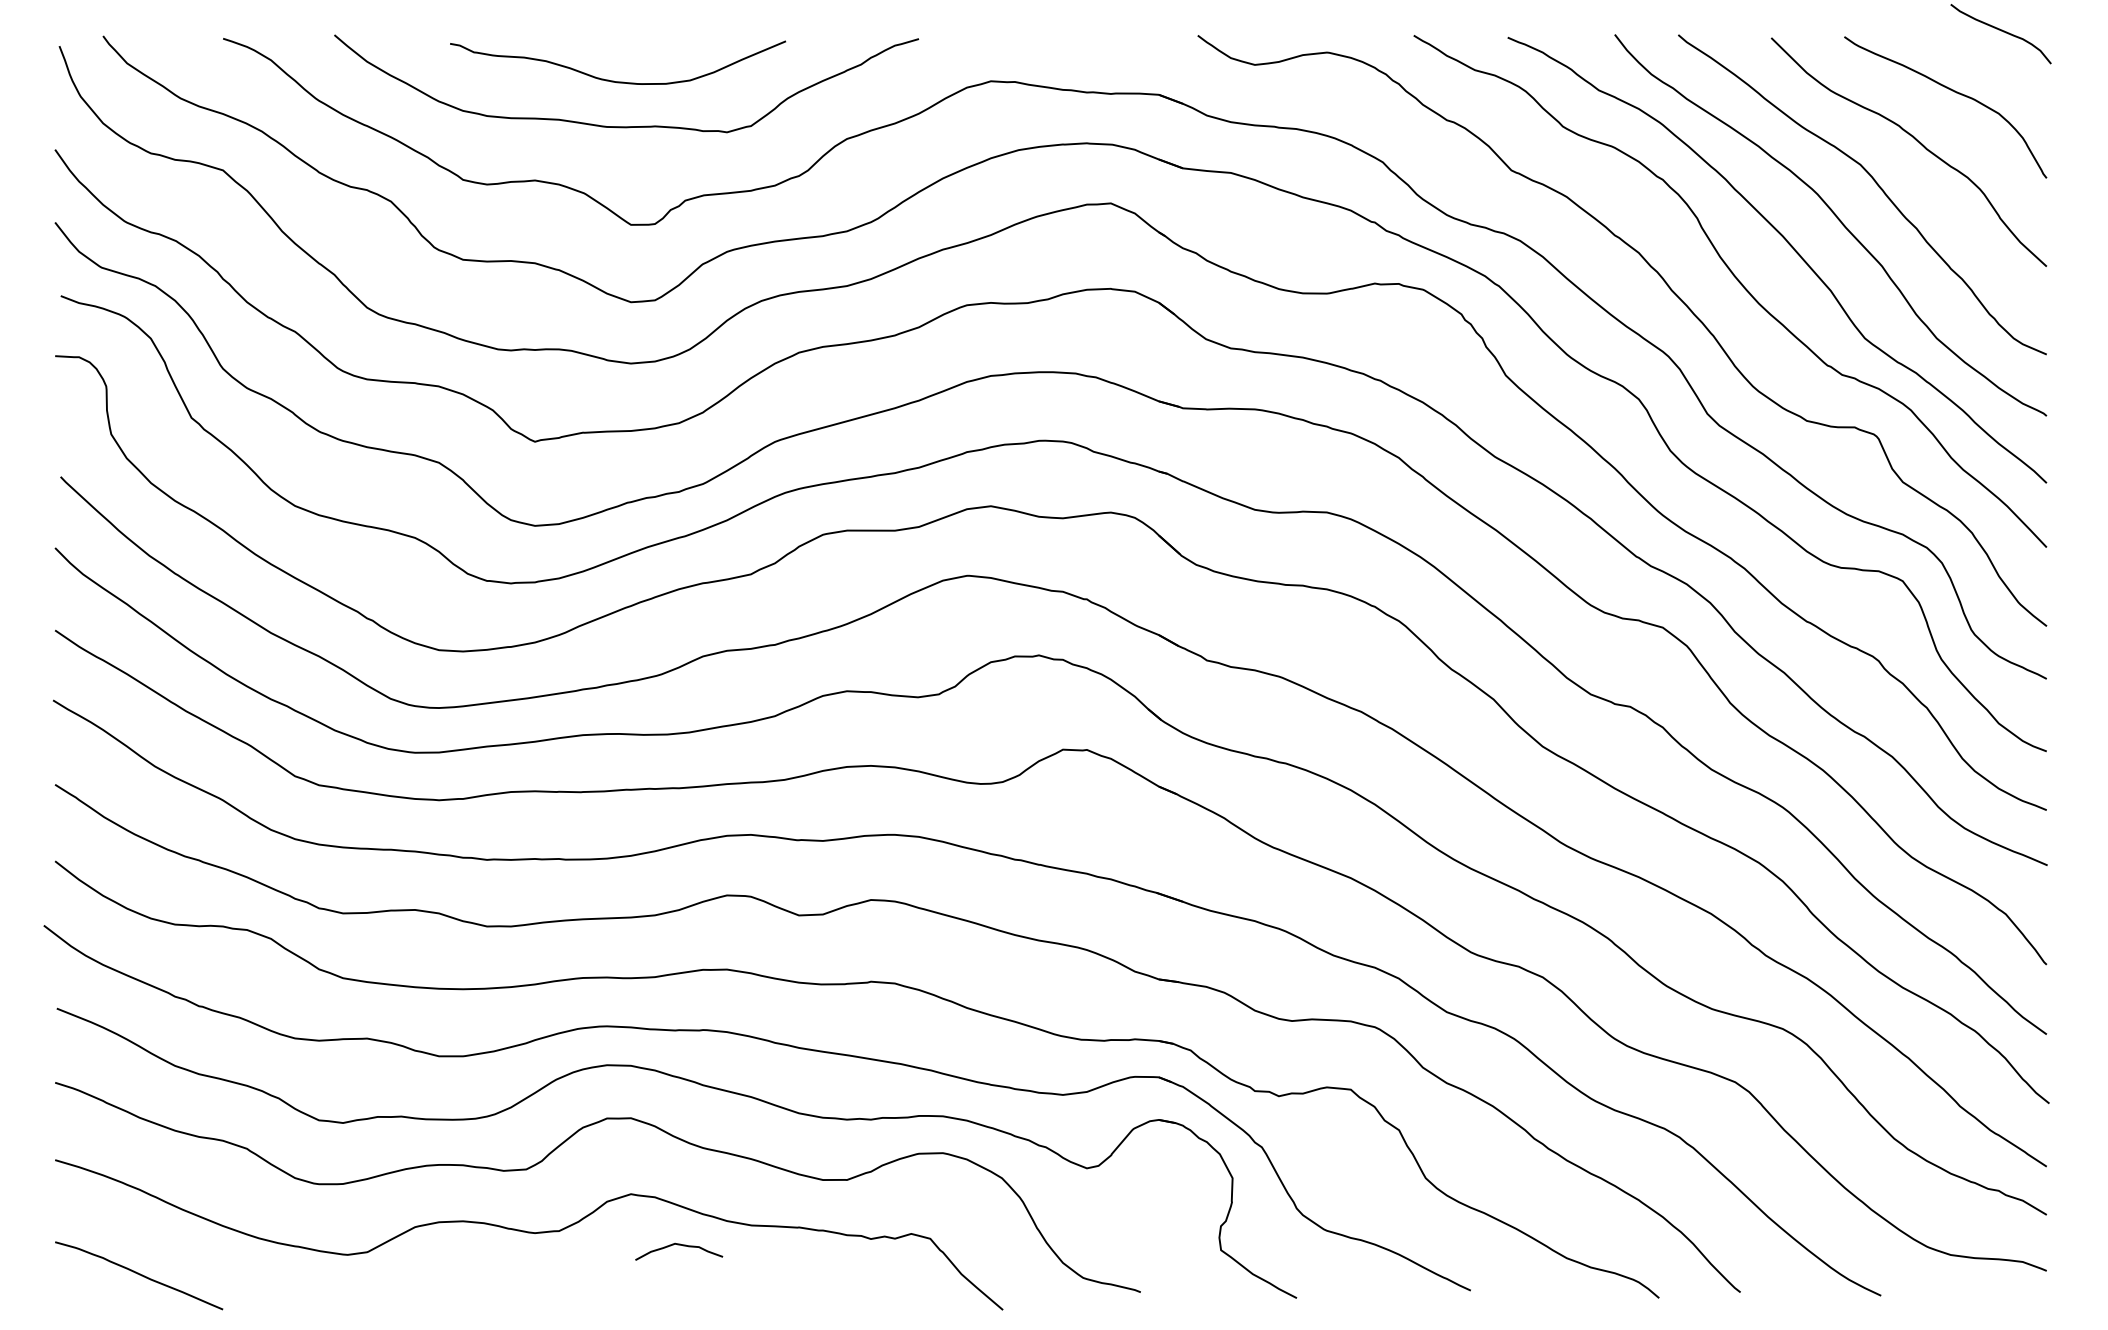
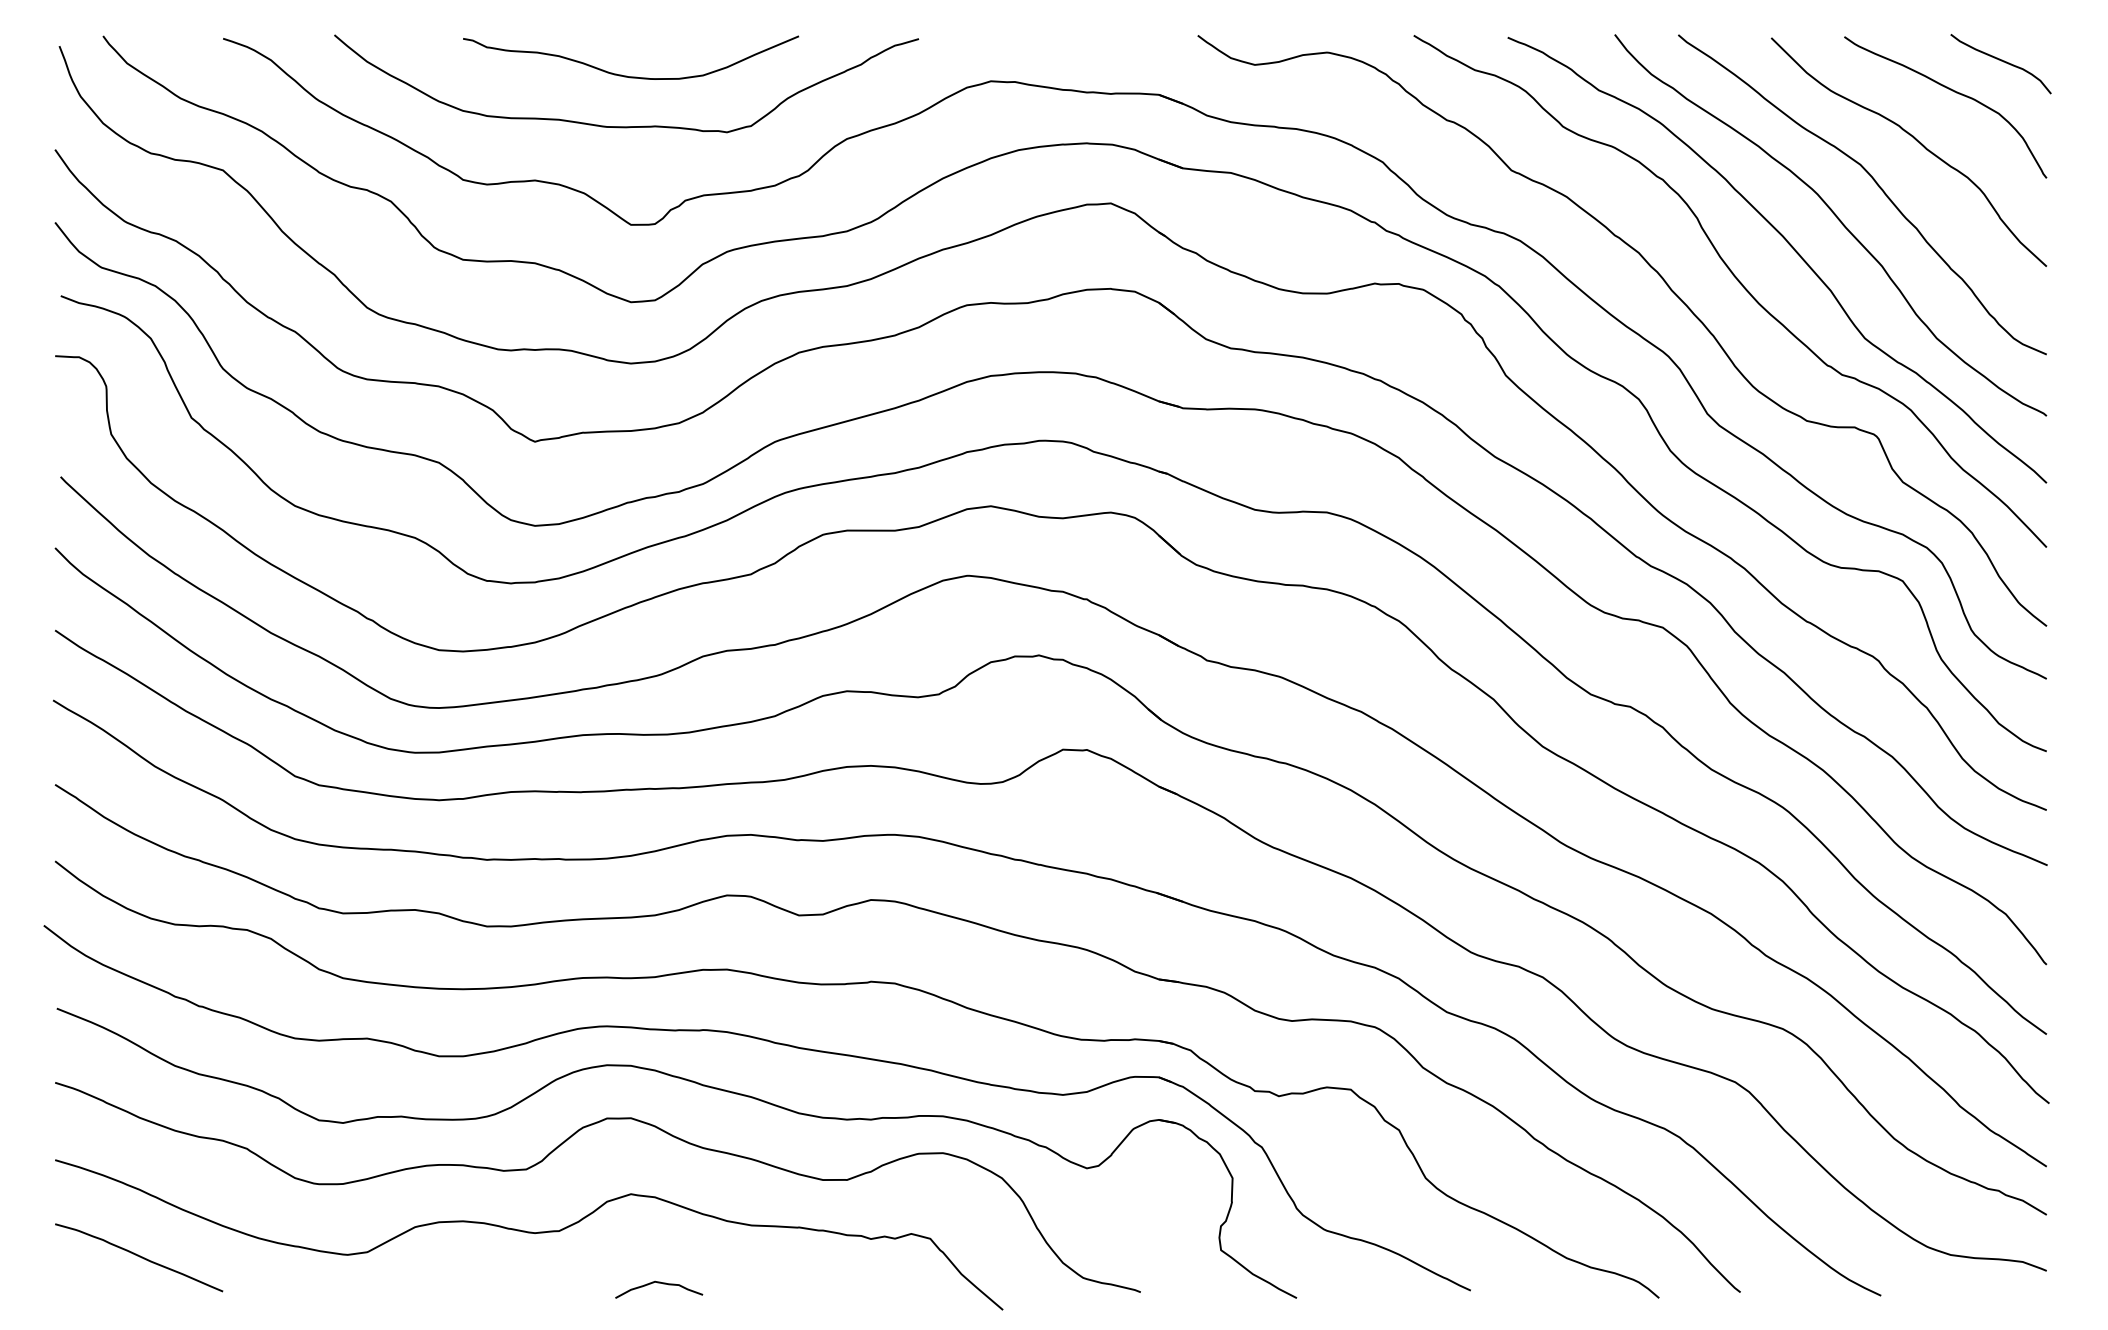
curve at (2001, 31) position: (2001, 31) -> (2001, 61)
curve at (613, 80) position: (613, 80) -> (626, 75)
curve at (679, 1245) position: (679, 1245) -> (659, 1283)
curve at (139, 1275) position: (139, 1275) -> (139, 1257)
